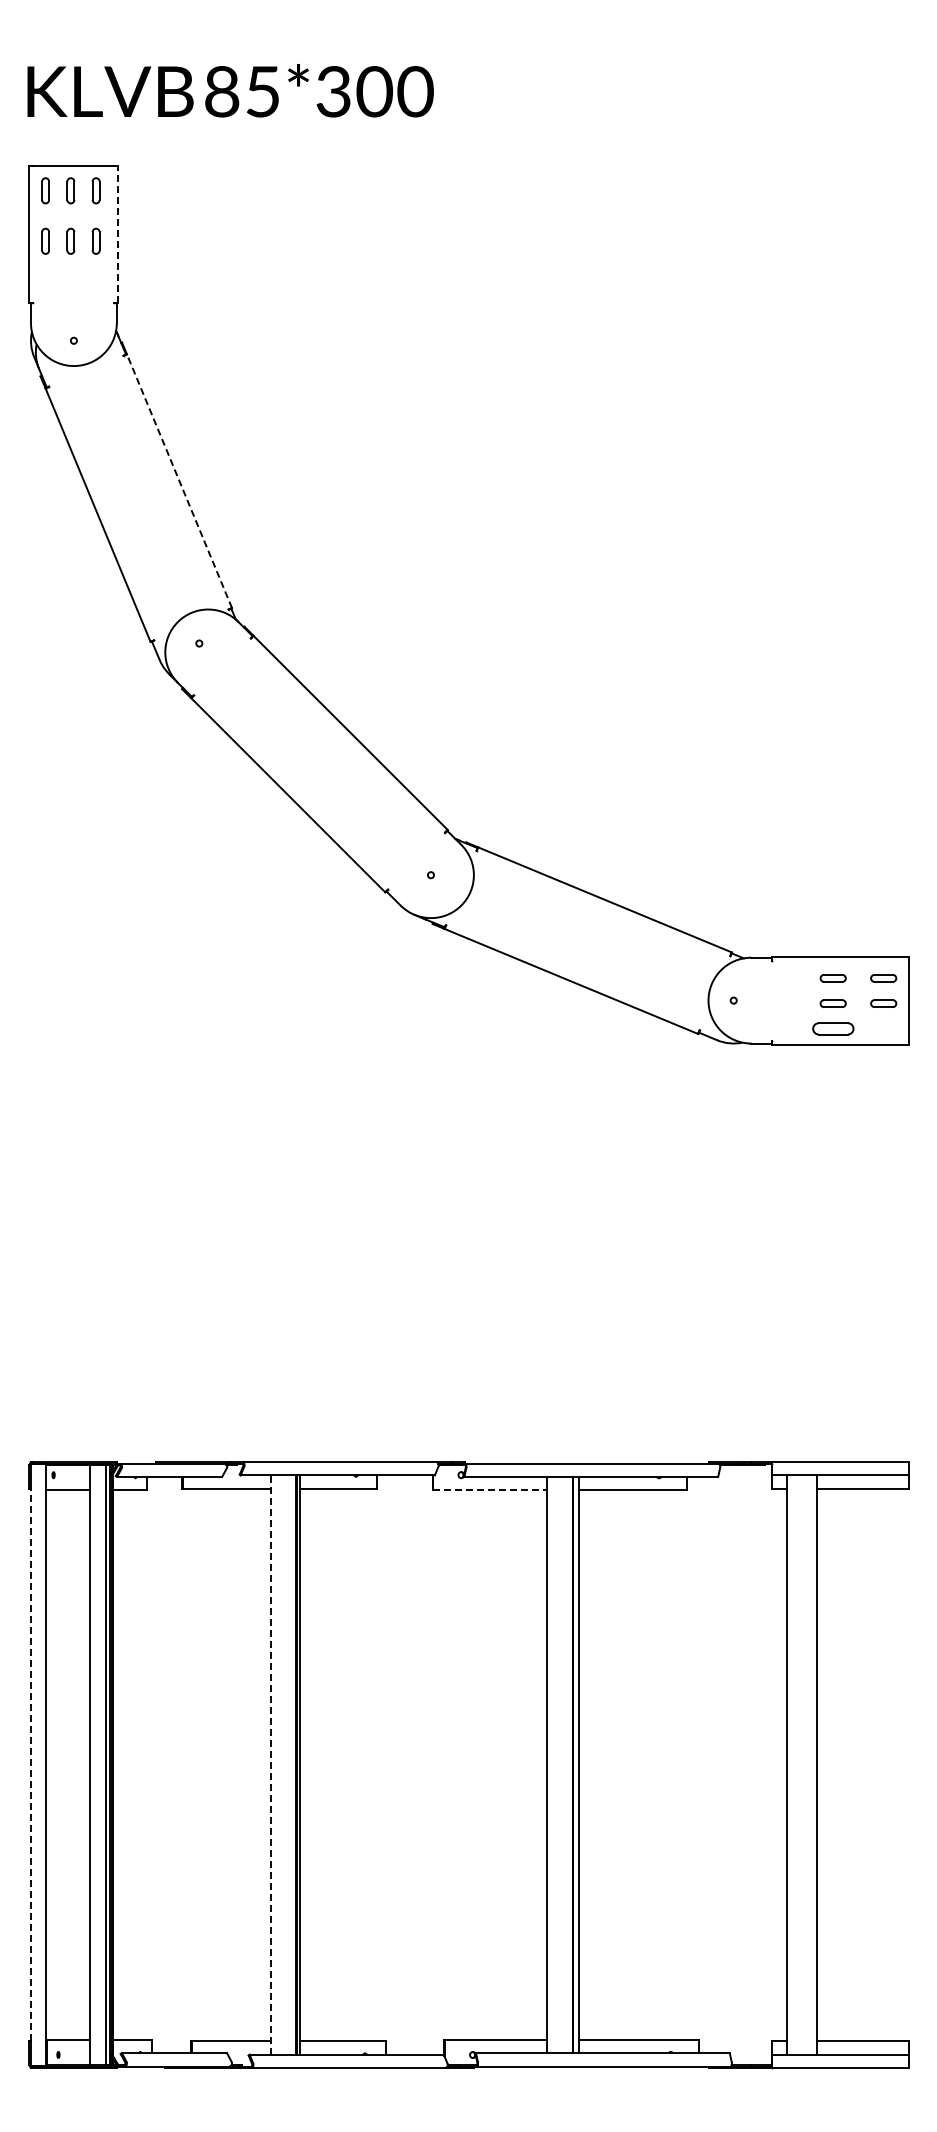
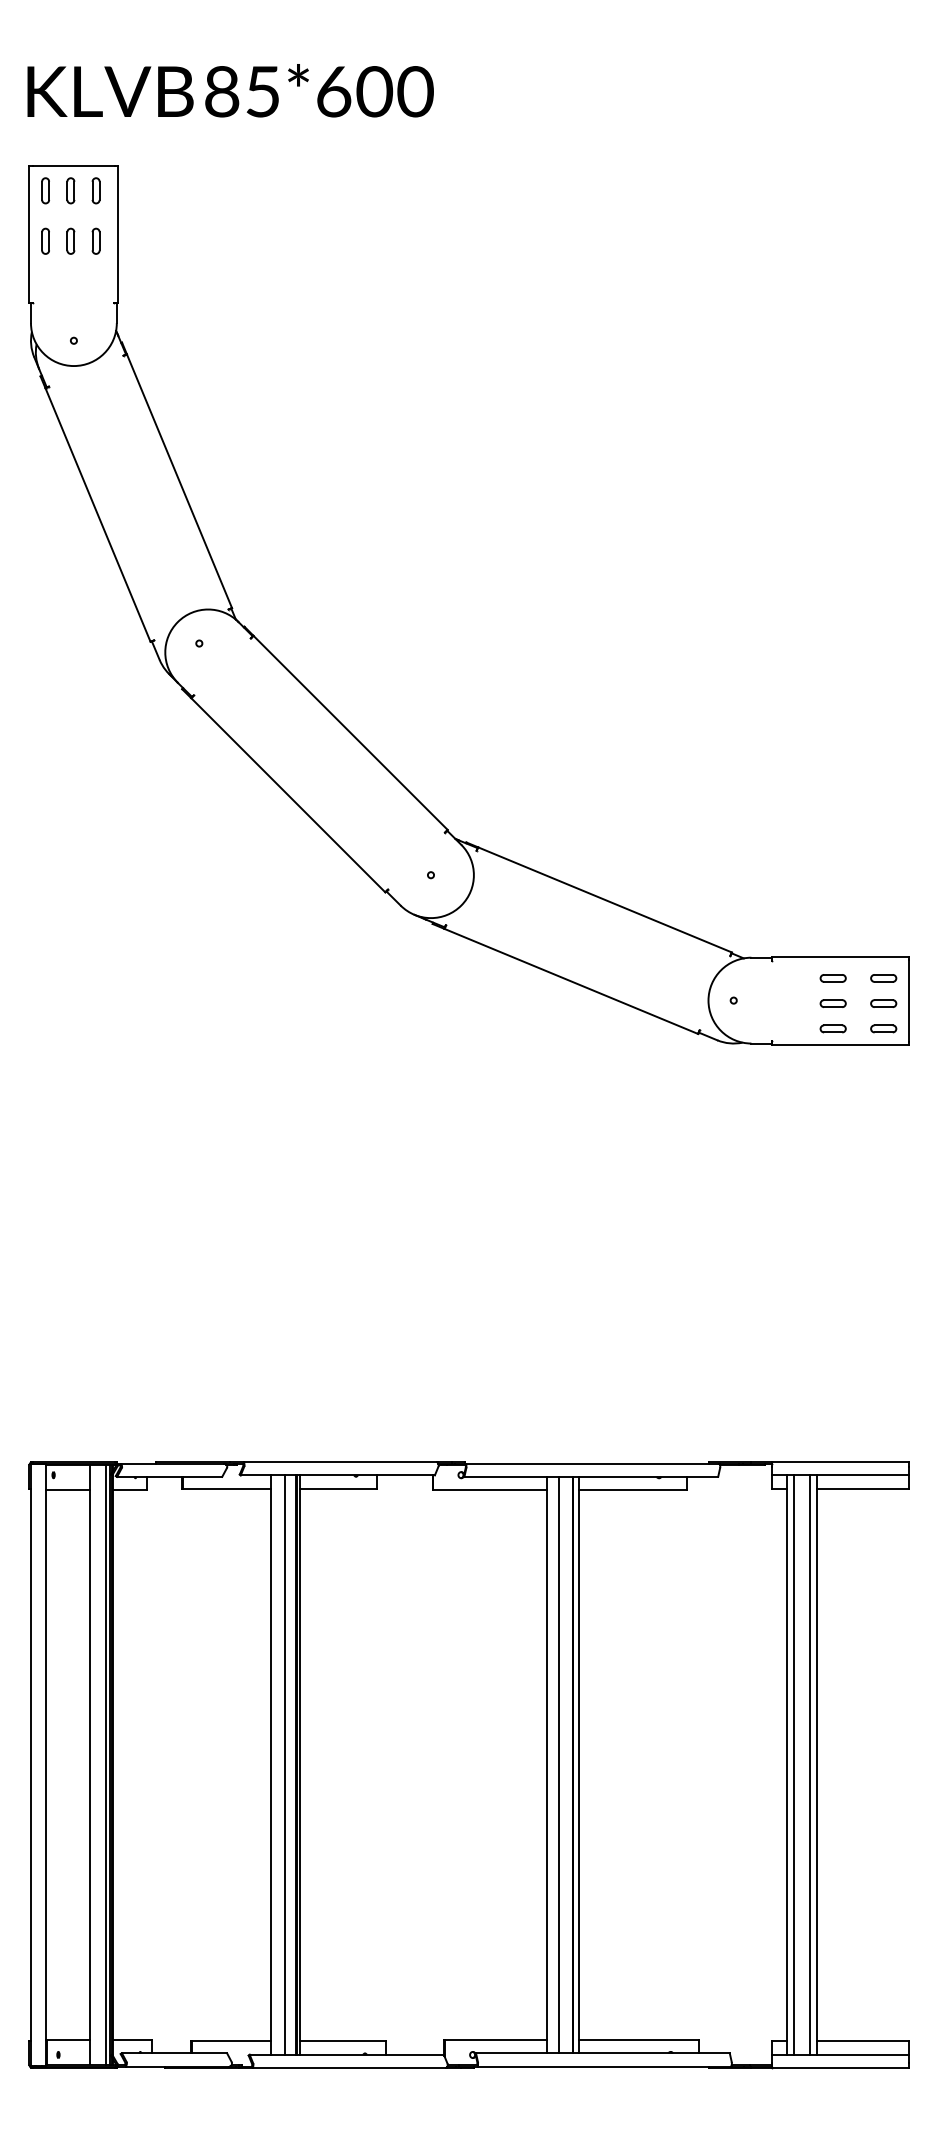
text at (333, 91): 85*300 -> 85*600
line at (117, 234): dashed -> solid
line at (179, 480): dashed -> solid
part at (833, 1028) size: 43x14 px -> 28x10 px
part at (883, 1028): none -> present
line at (490, 1490): dashed -> solid
line at (30, 1764): dashed -> solid
line at (285, 1764): none -> present
line at (558, 1764): none -> present
line at (793, 1764): none -> present
line at (809, 1764): none -> present
line at (271, 1765): dashed -> solid
